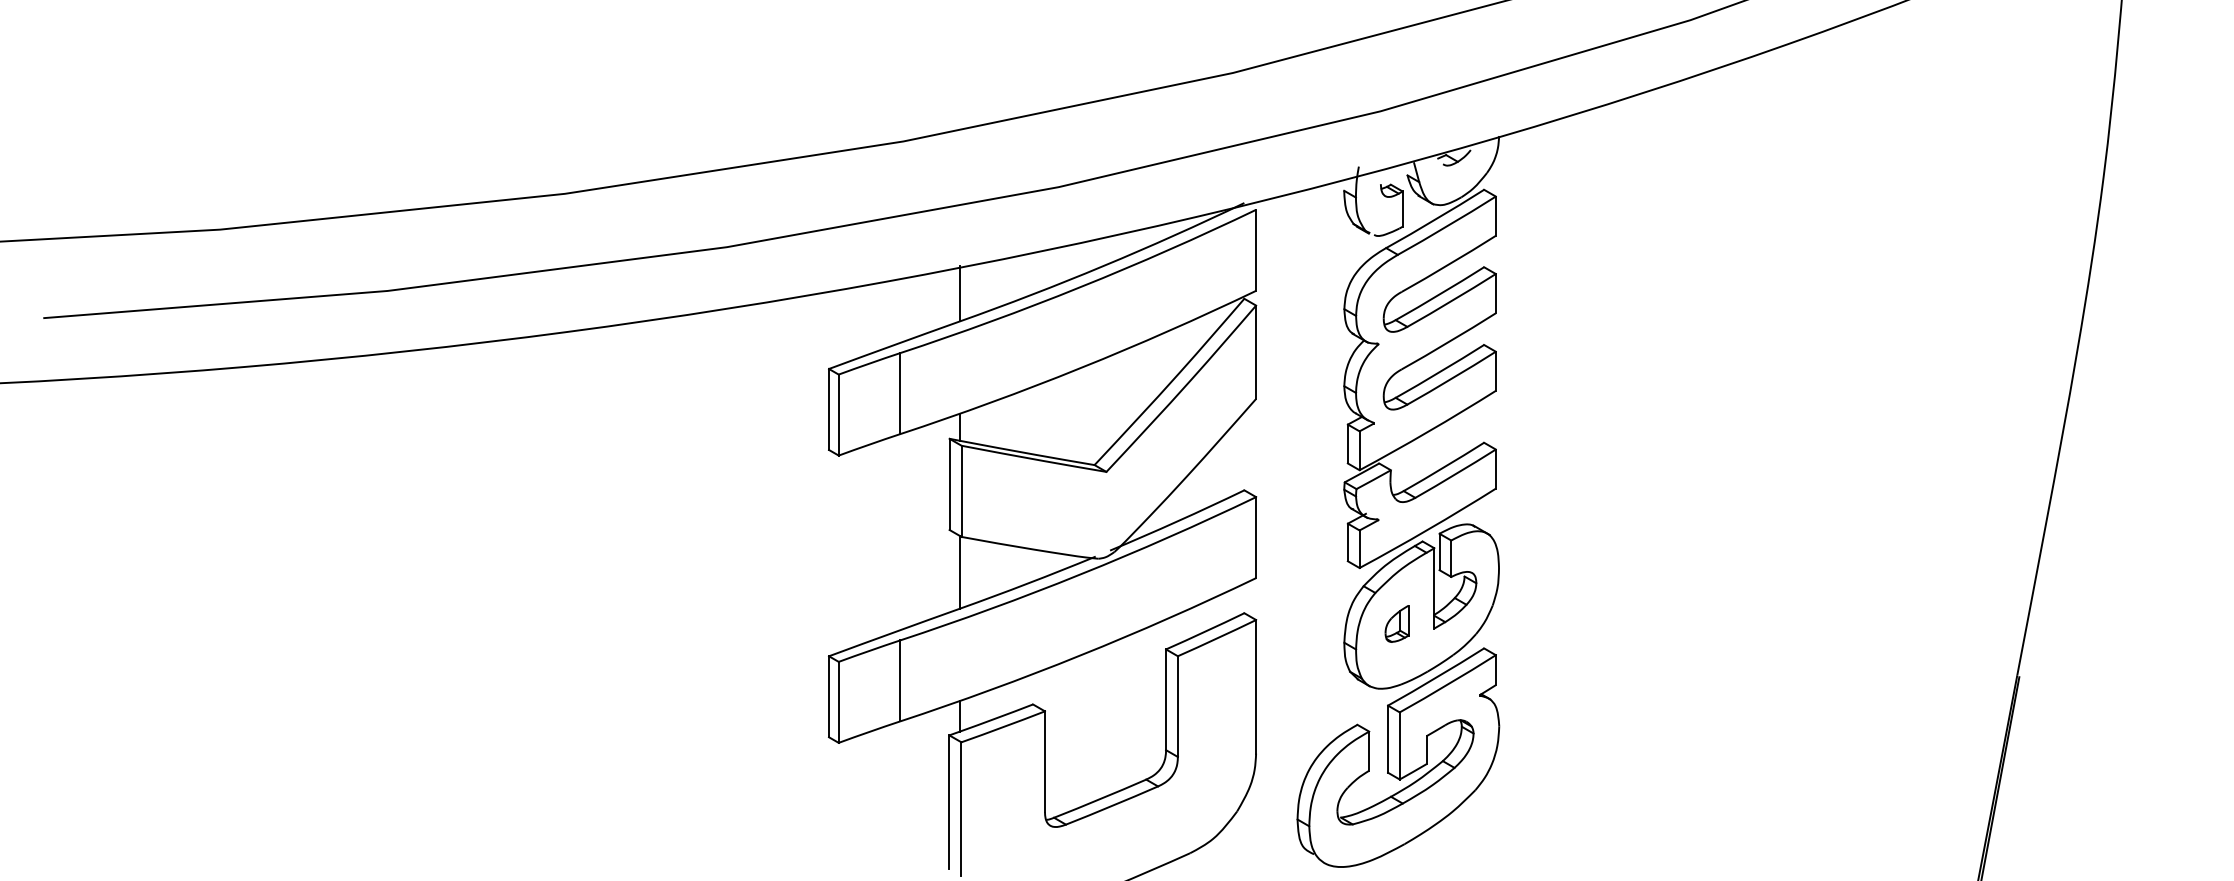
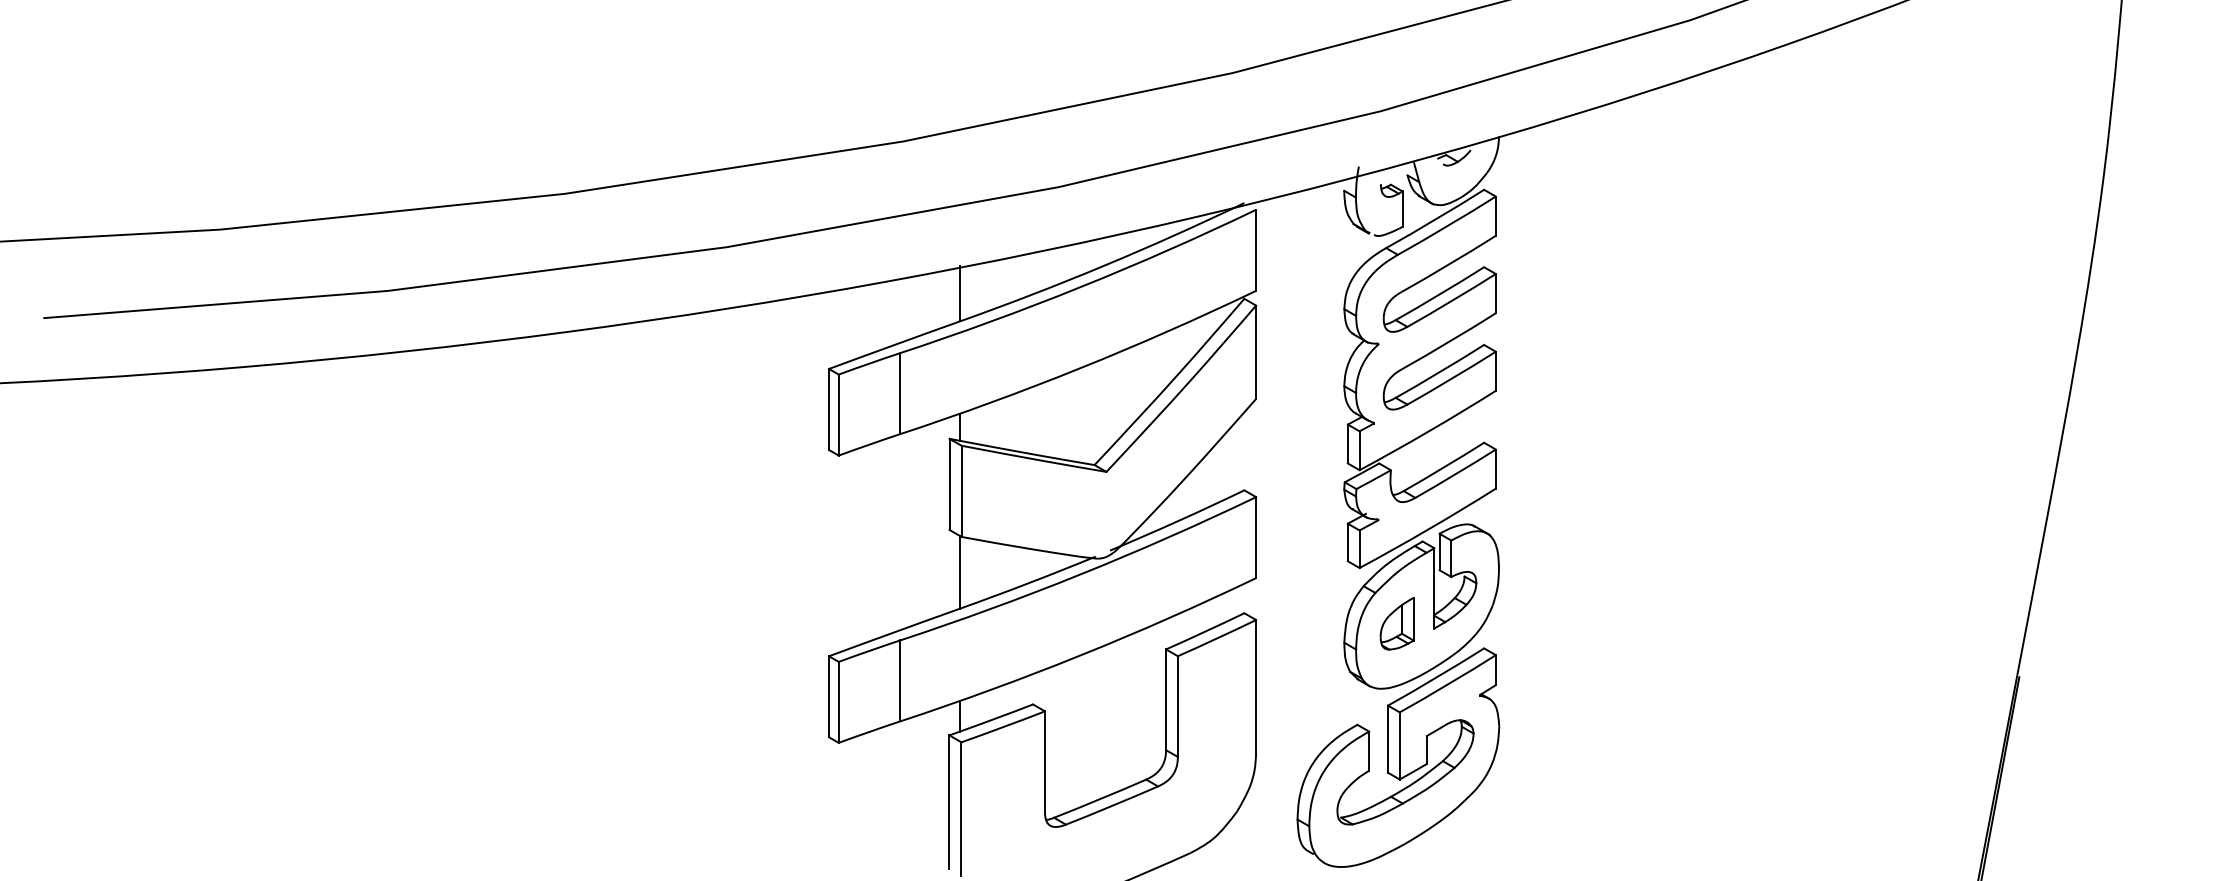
part at (1396, 623) size: 26x38 px -> 36x54 px
